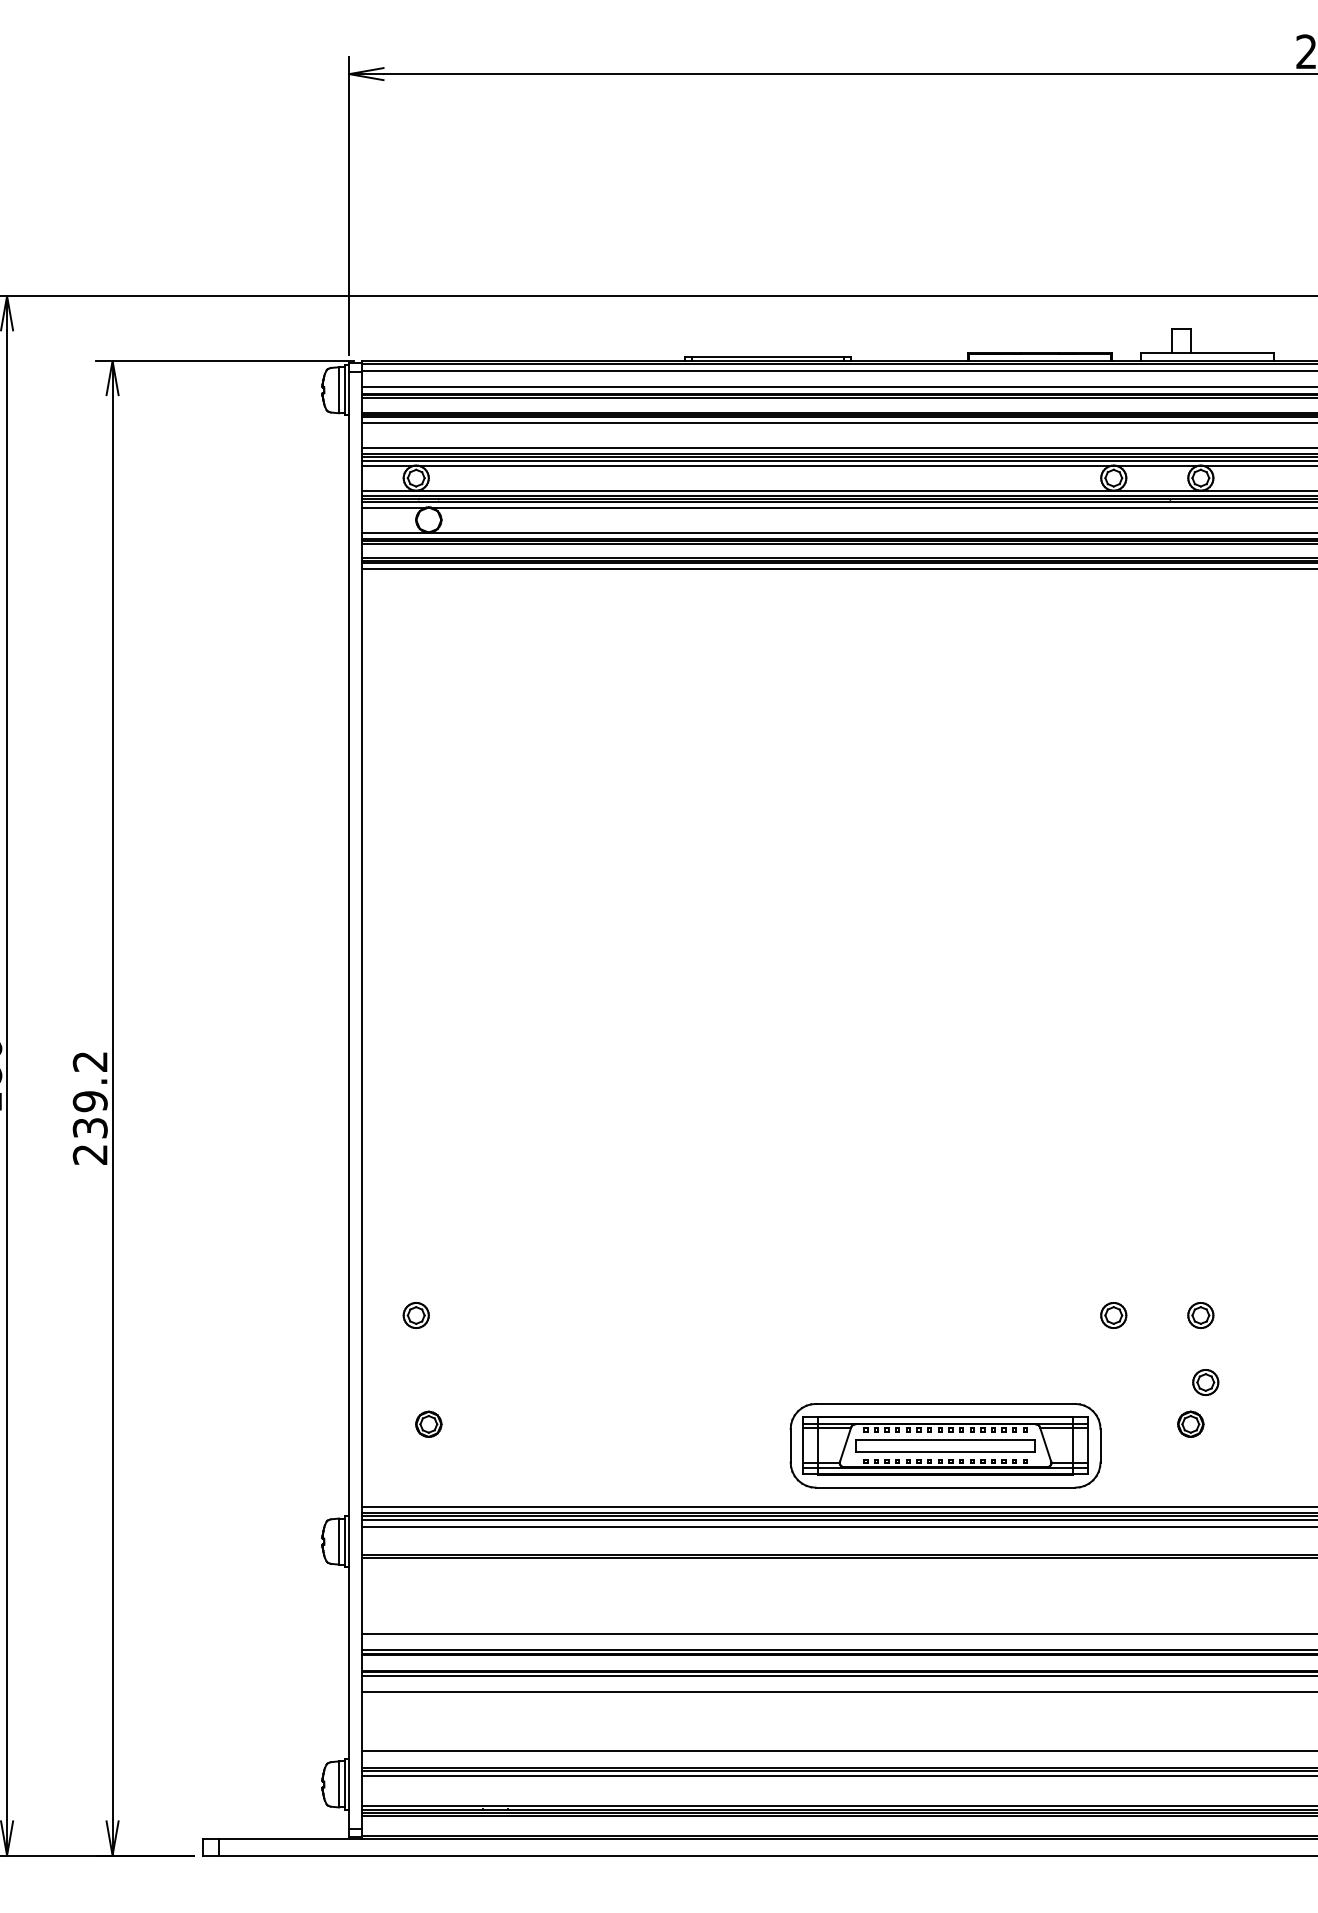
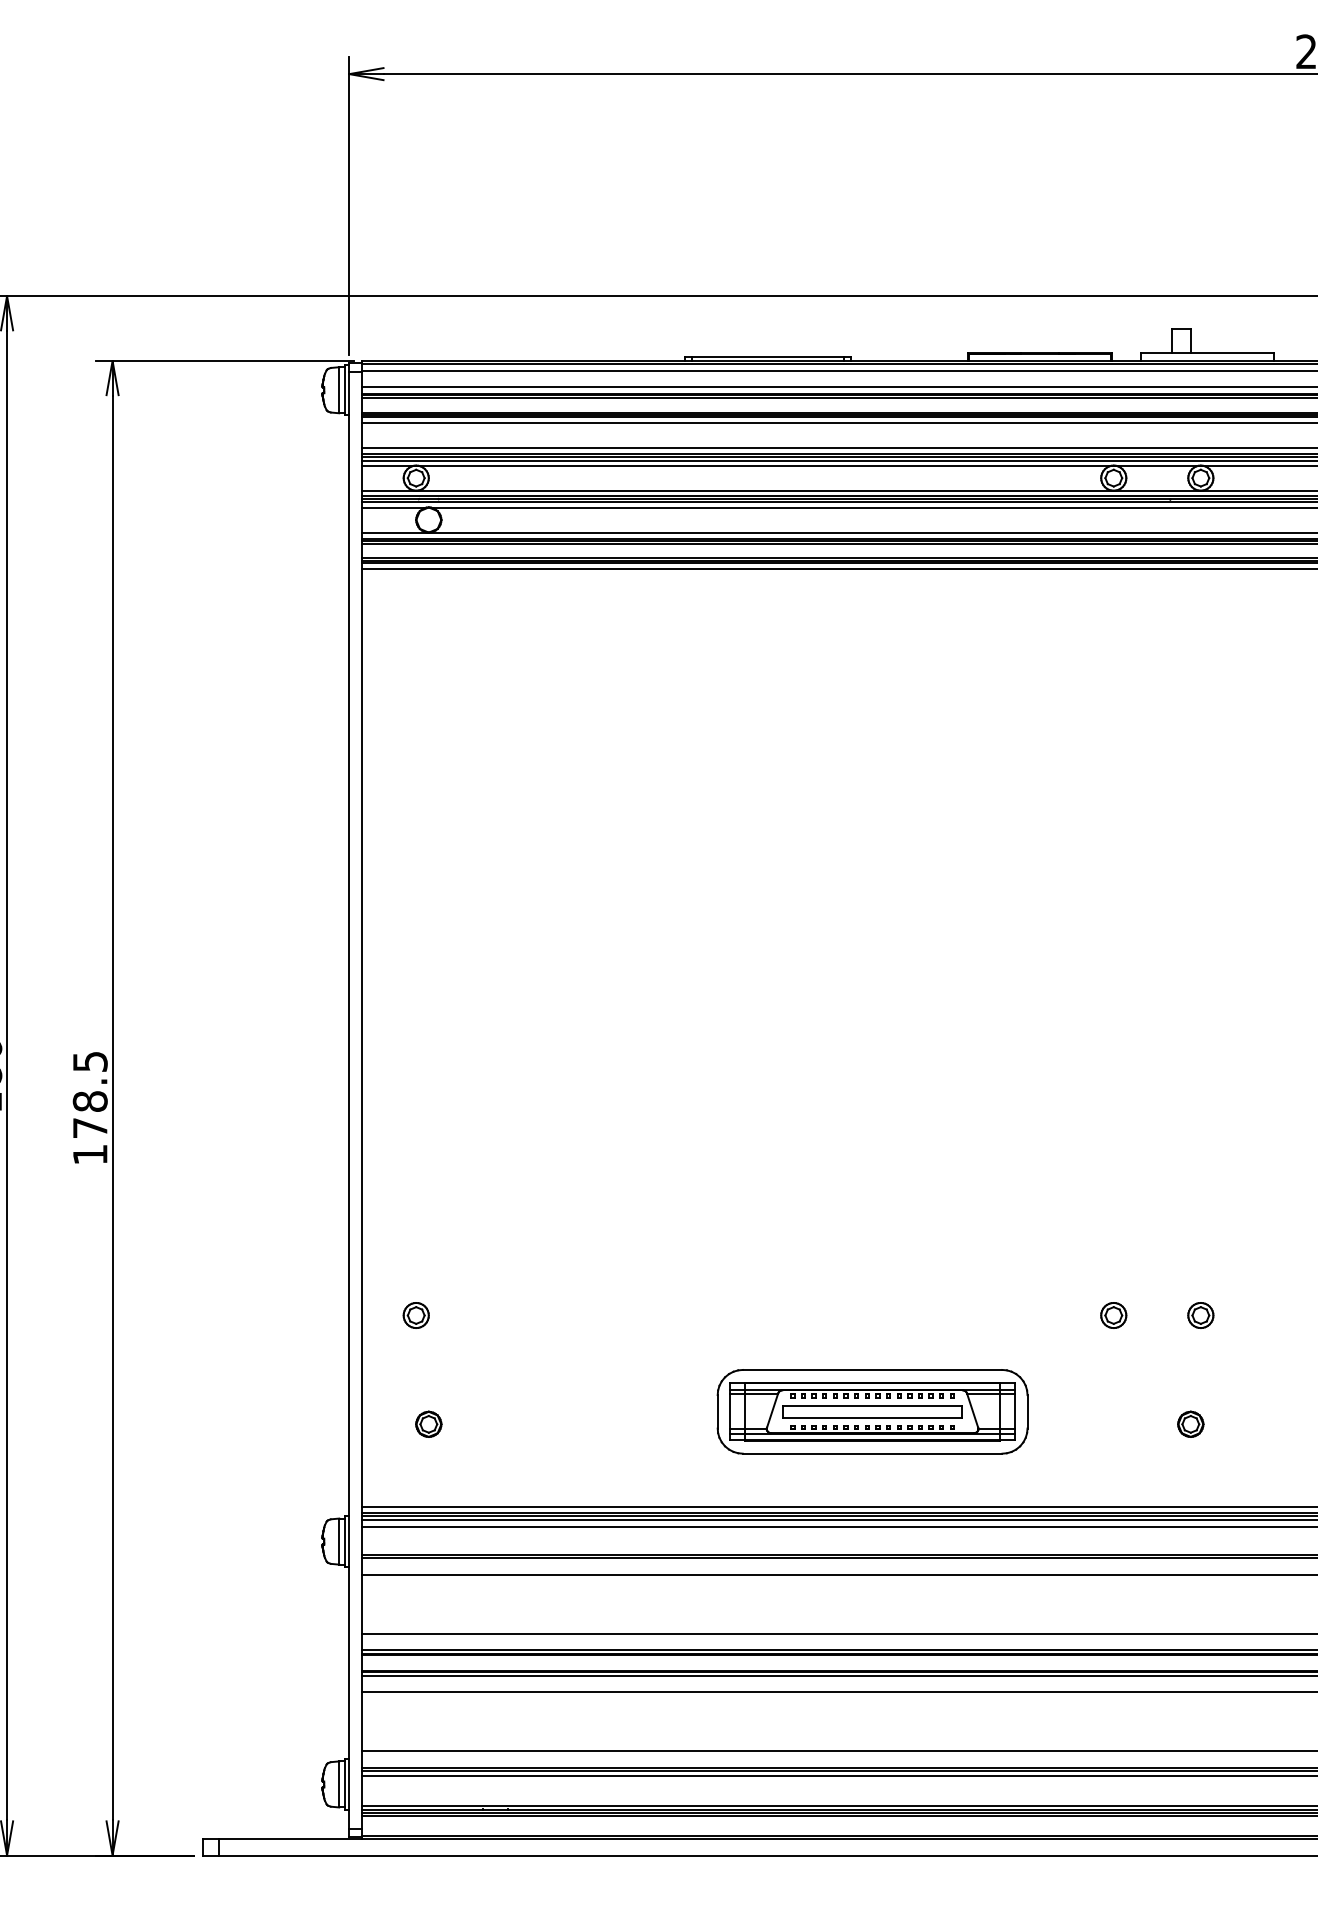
text at (89, 1108): 239.2 -> 178.5
part at (1205, 1382): present -> none
part at (945, 1445) position: (945, 1445) -> (872, 1411)
line at (837, 1575): none -> present
